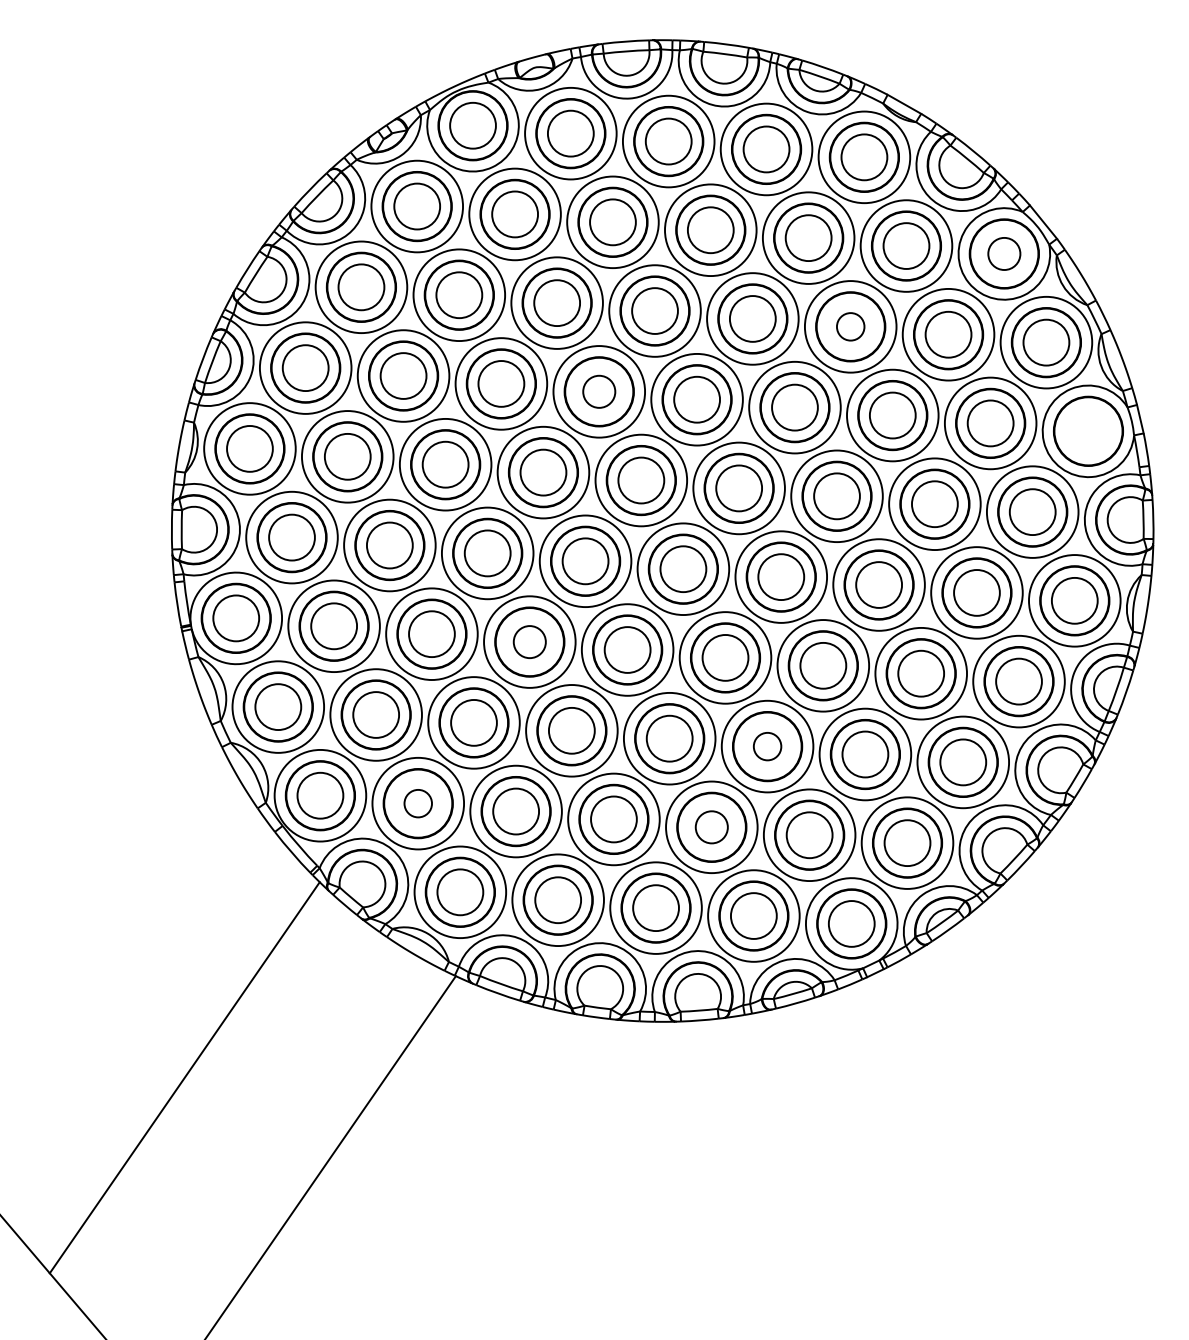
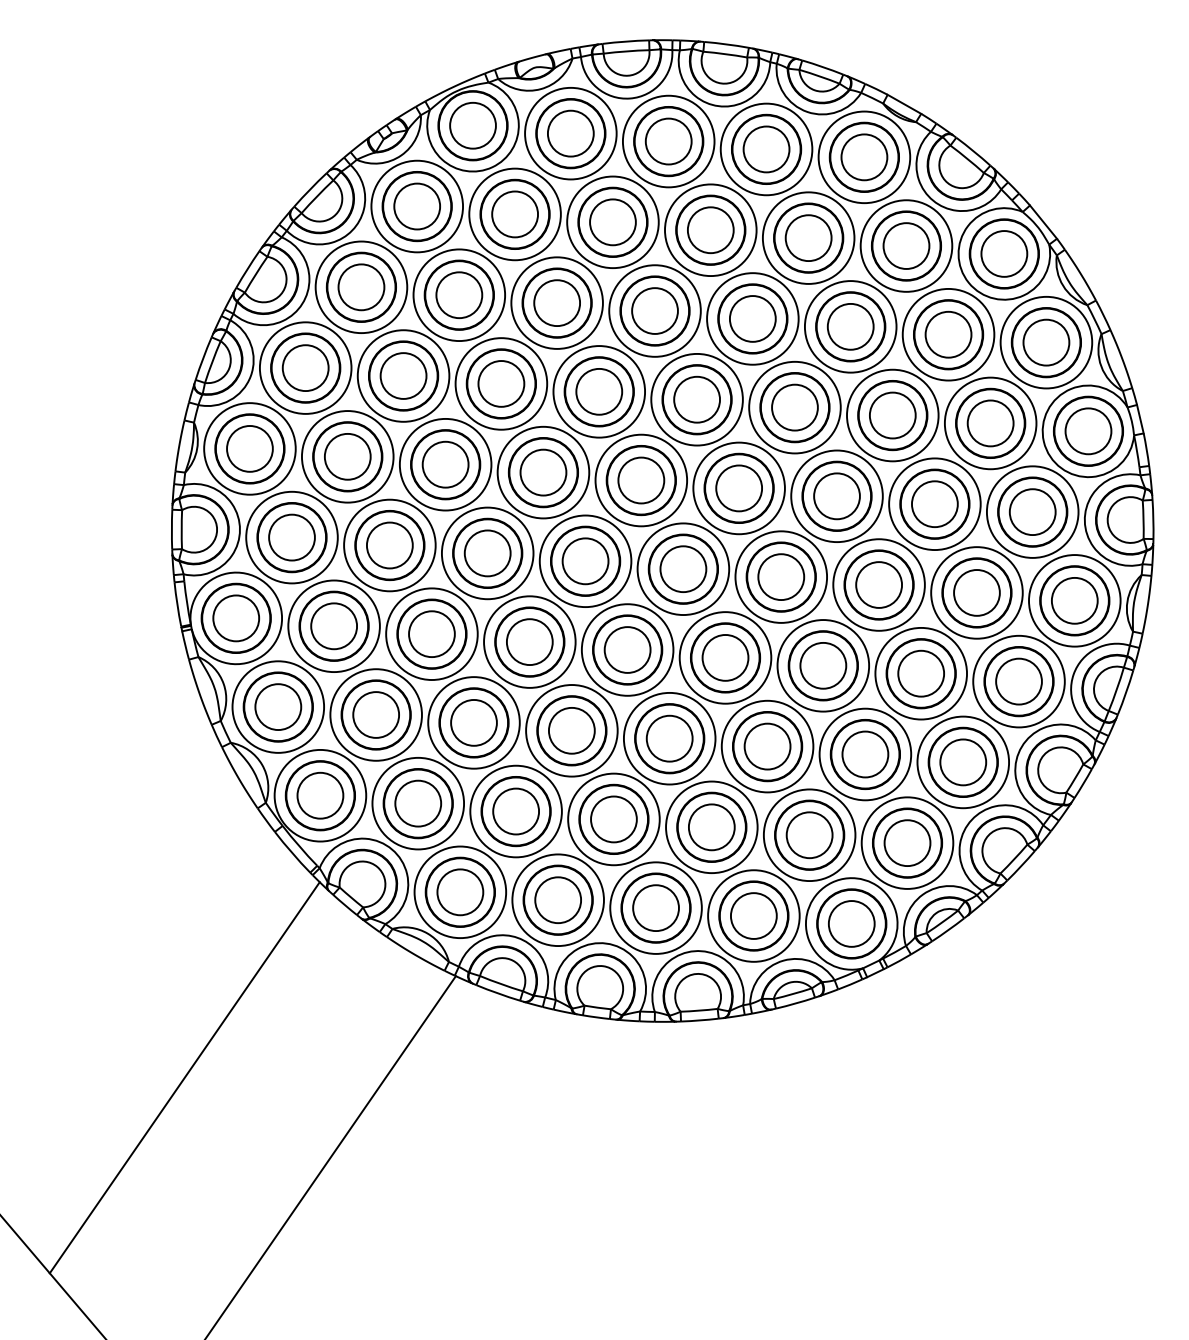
circle at (1004, 253) diameter: 32 px -> 46 px
circle at (850, 326) diameter: 28 px -> 46 px
circle at (599, 391) diameter: 32 px -> 46 px
circle at (1088, 431): none -> present
circle at (529, 642) diameter: 32 px -> 46 px
circle at (767, 746) diameter: 28 px -> 46 px
circle at (418, 803) diameter: 28 px -> 46 px
circle at (711, 827) diameter: 32 px -> 46 px
